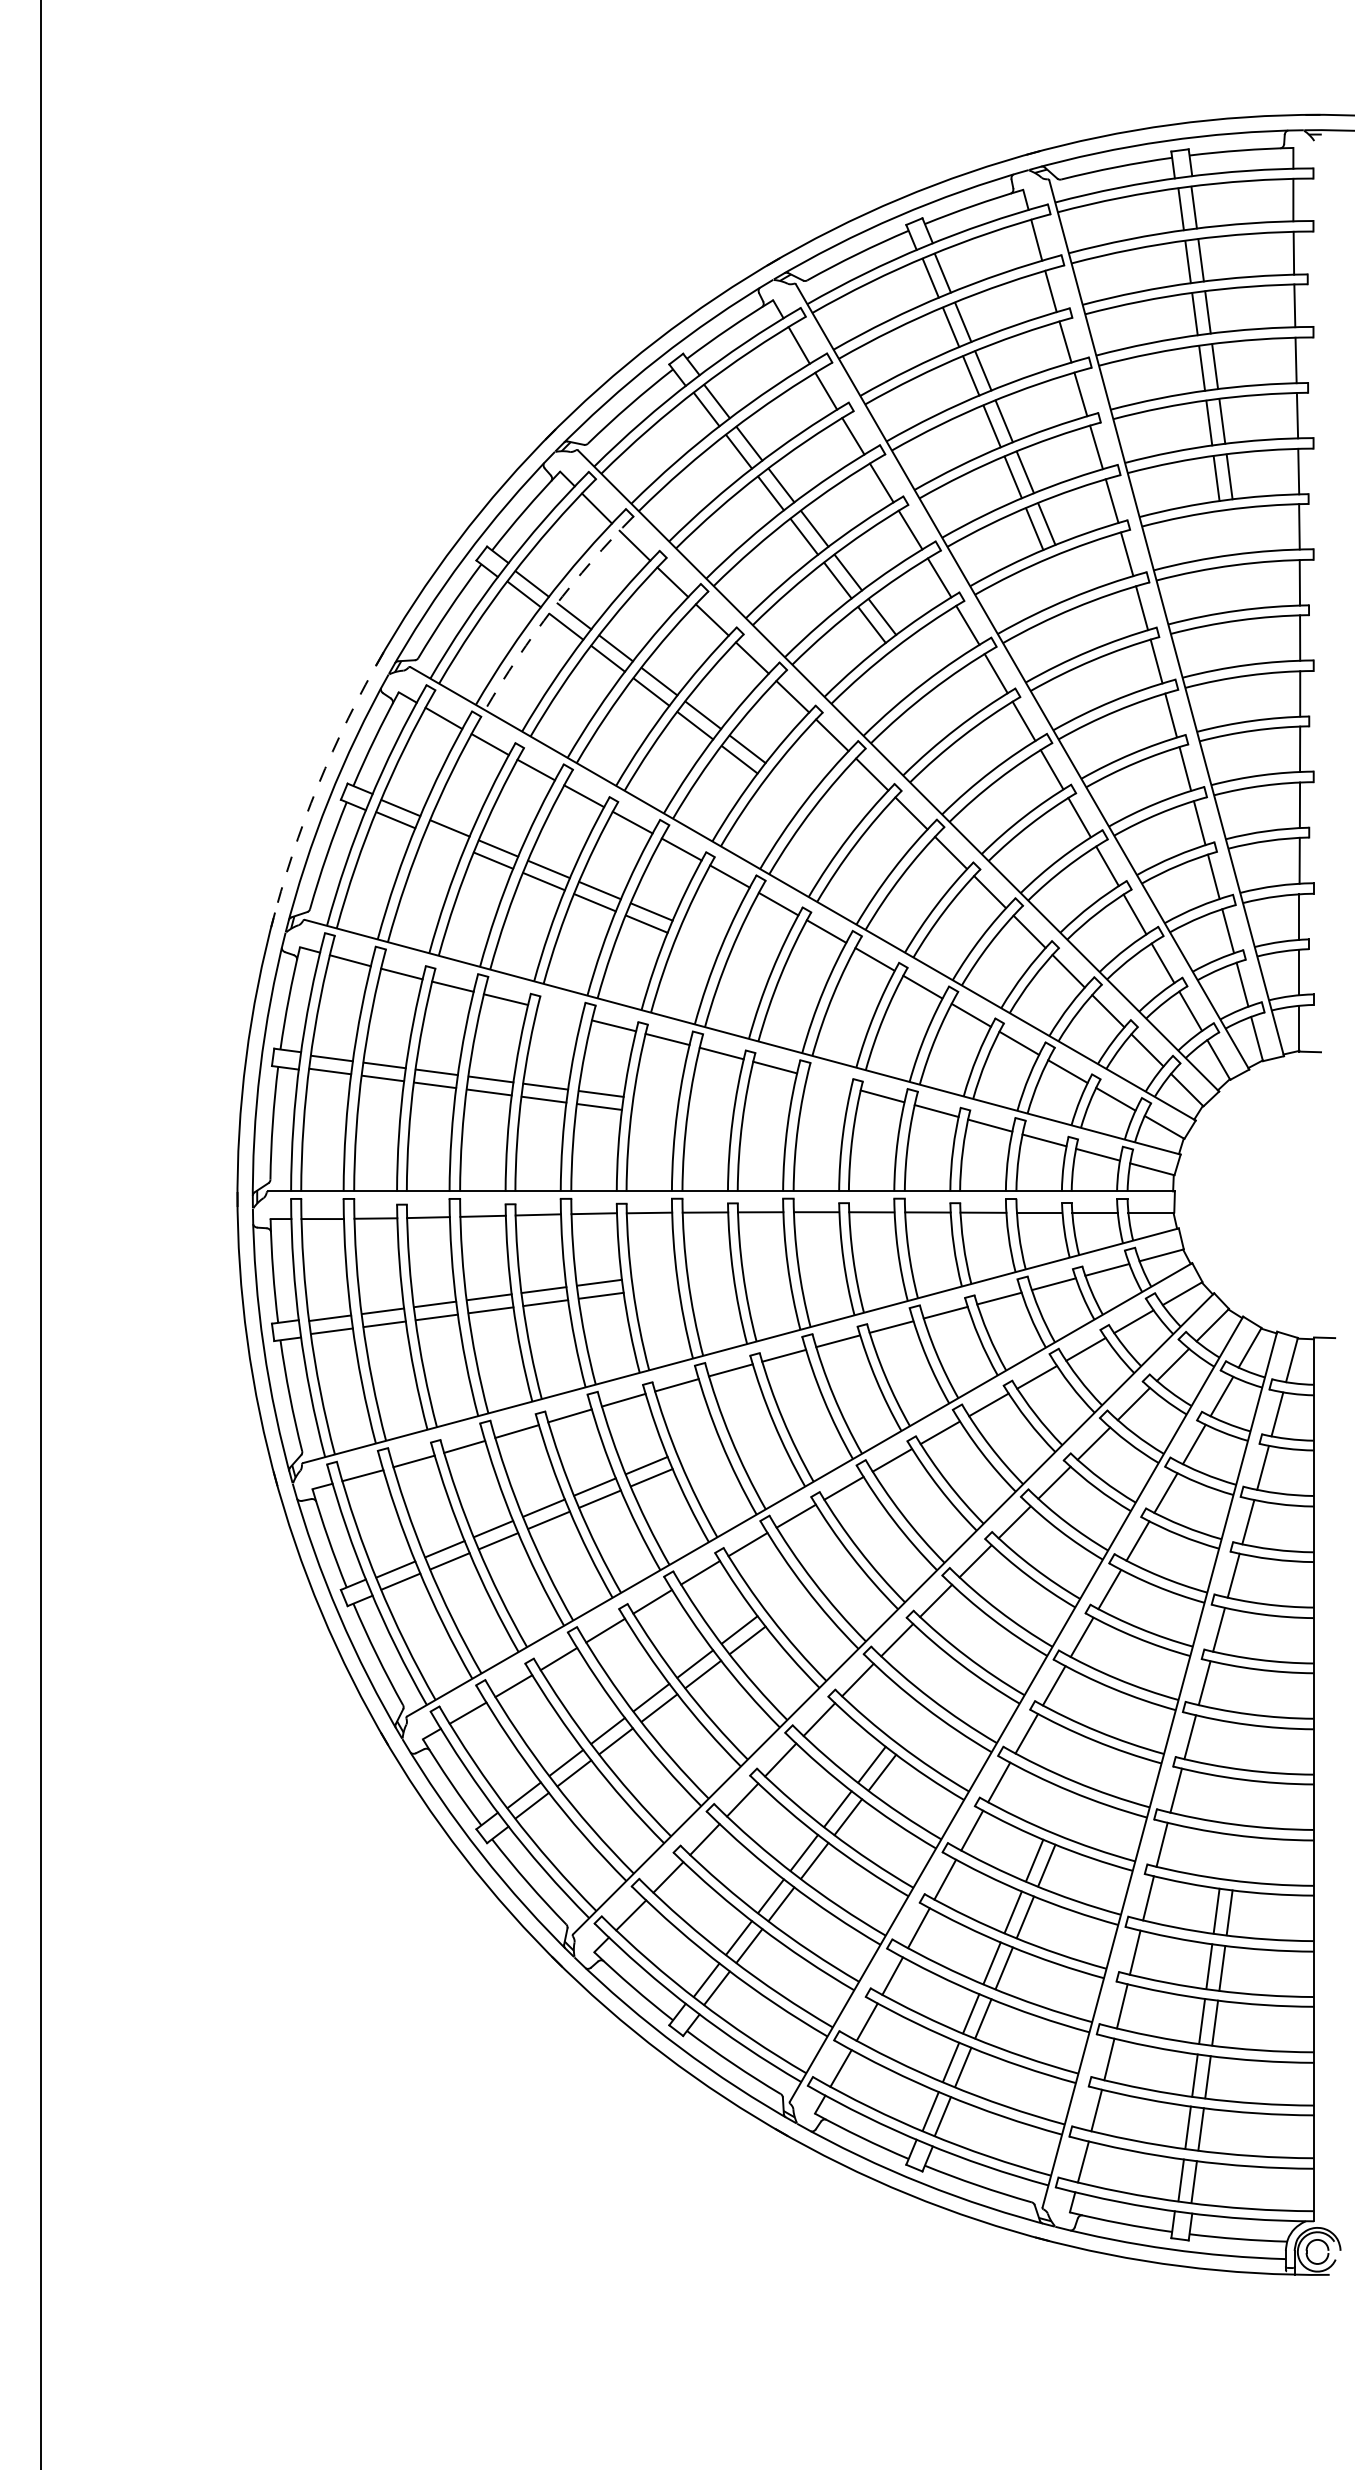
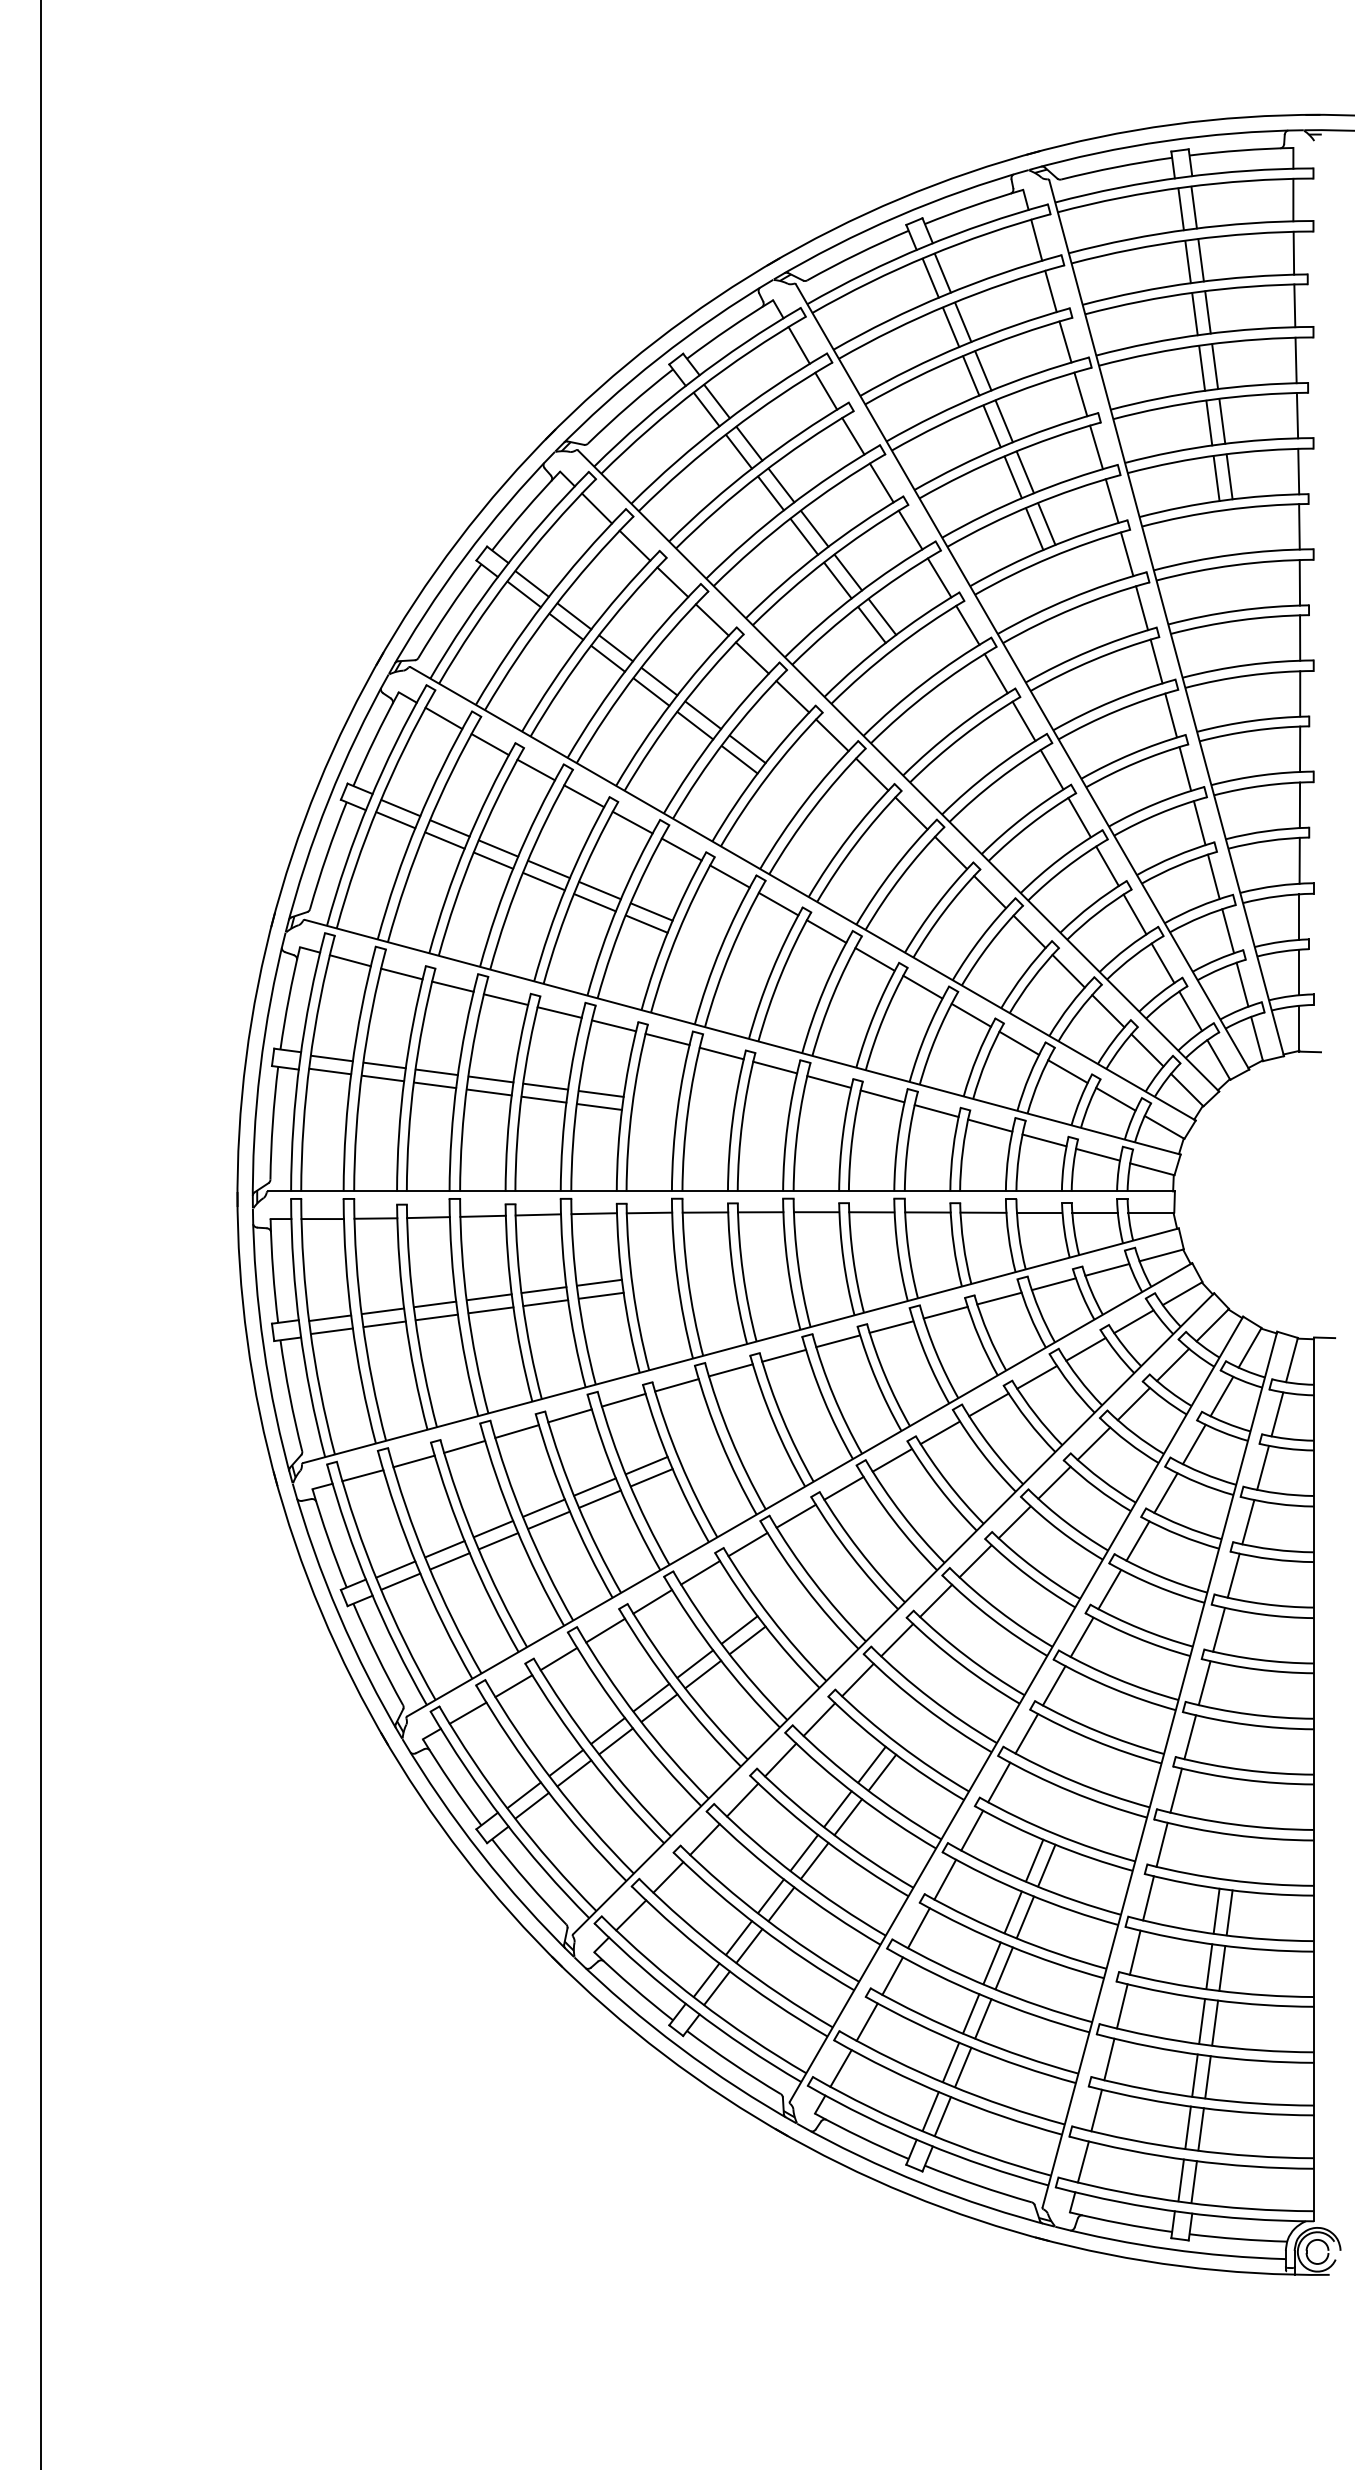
arc at (553, 608): dashed -> solid
arc at (317, 785): dashed -> solid
line at (444, 840): none -> present
line at (559, 1012): none -> present
line at (828, 1081): none -> present
